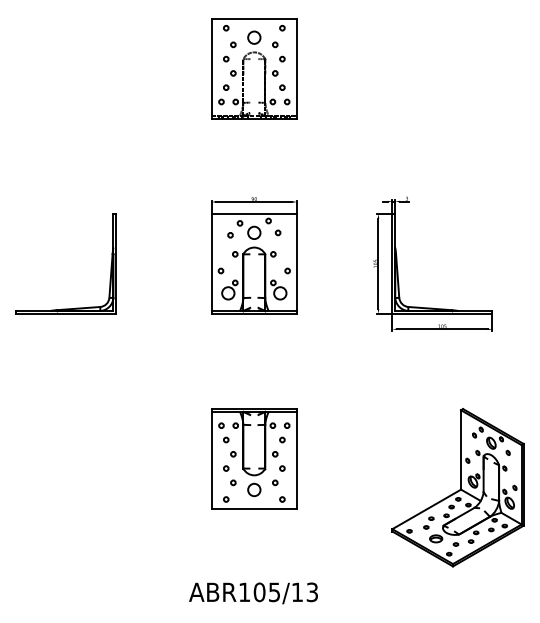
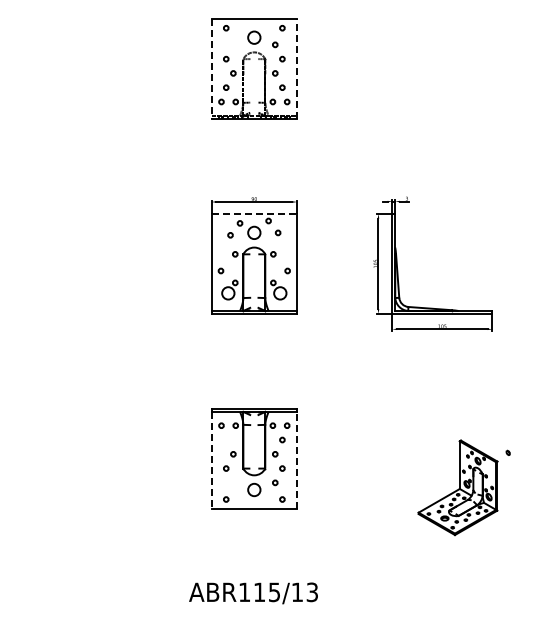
circle at (233, 44): present -> none
line at (211, 68): solid -> dashed
line at (297, 68): solid -> dashed
line at (254, 213): solid -> dashed
part at (65, 308): present -> none
circle at (226, 439): present -> none
line at (211, 460): solid -> dashed
line at (297, 460): solid -> dashed
circle at (233, 482): present -> none
part at (457, 487) size: 134x160 px -> 82x98 px
text at (259, 592): ABR105/13 -> ABR115/13
